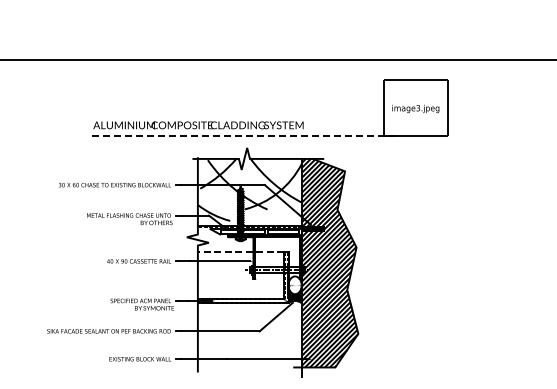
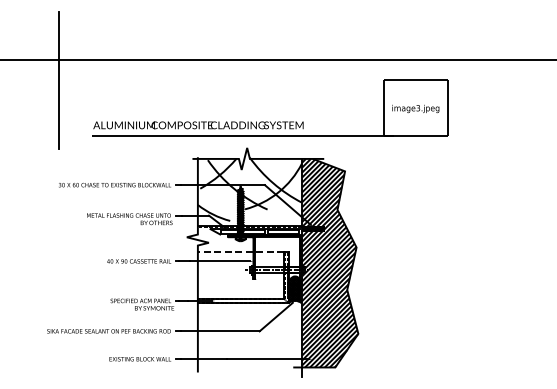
line at (58, 79): none -> present
line at (242, 136): dashed -> solid
hatch at (294, 285): none -> present
